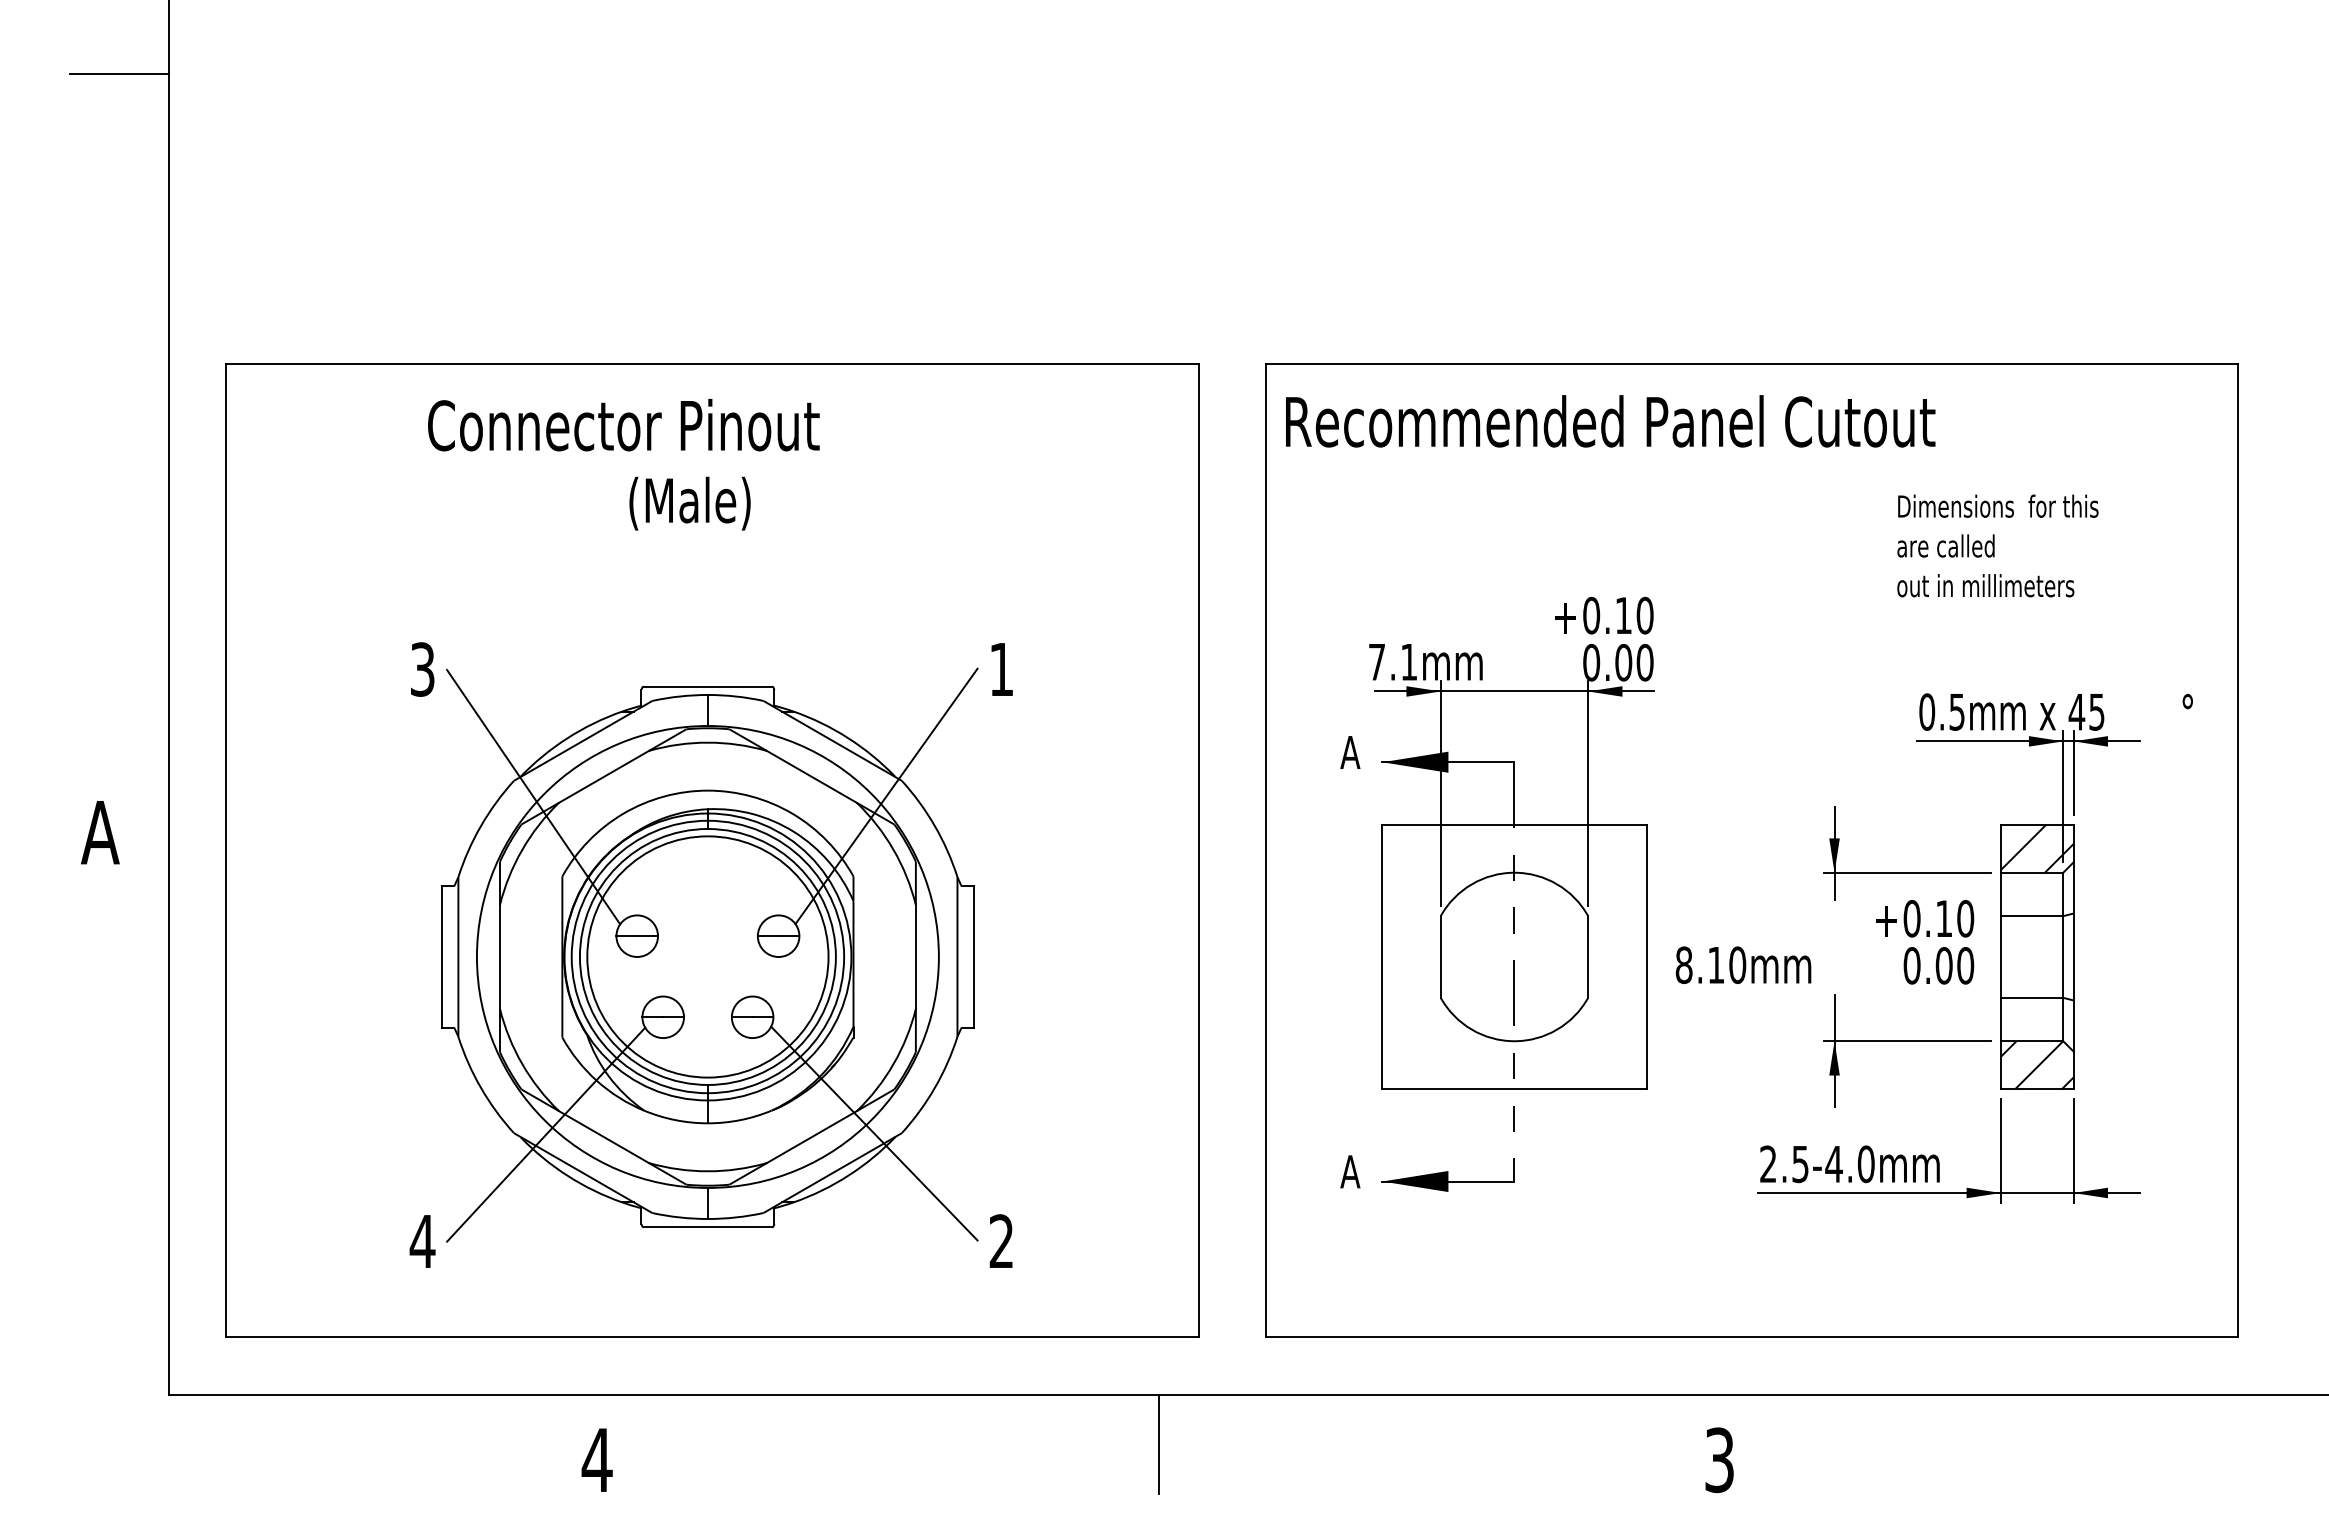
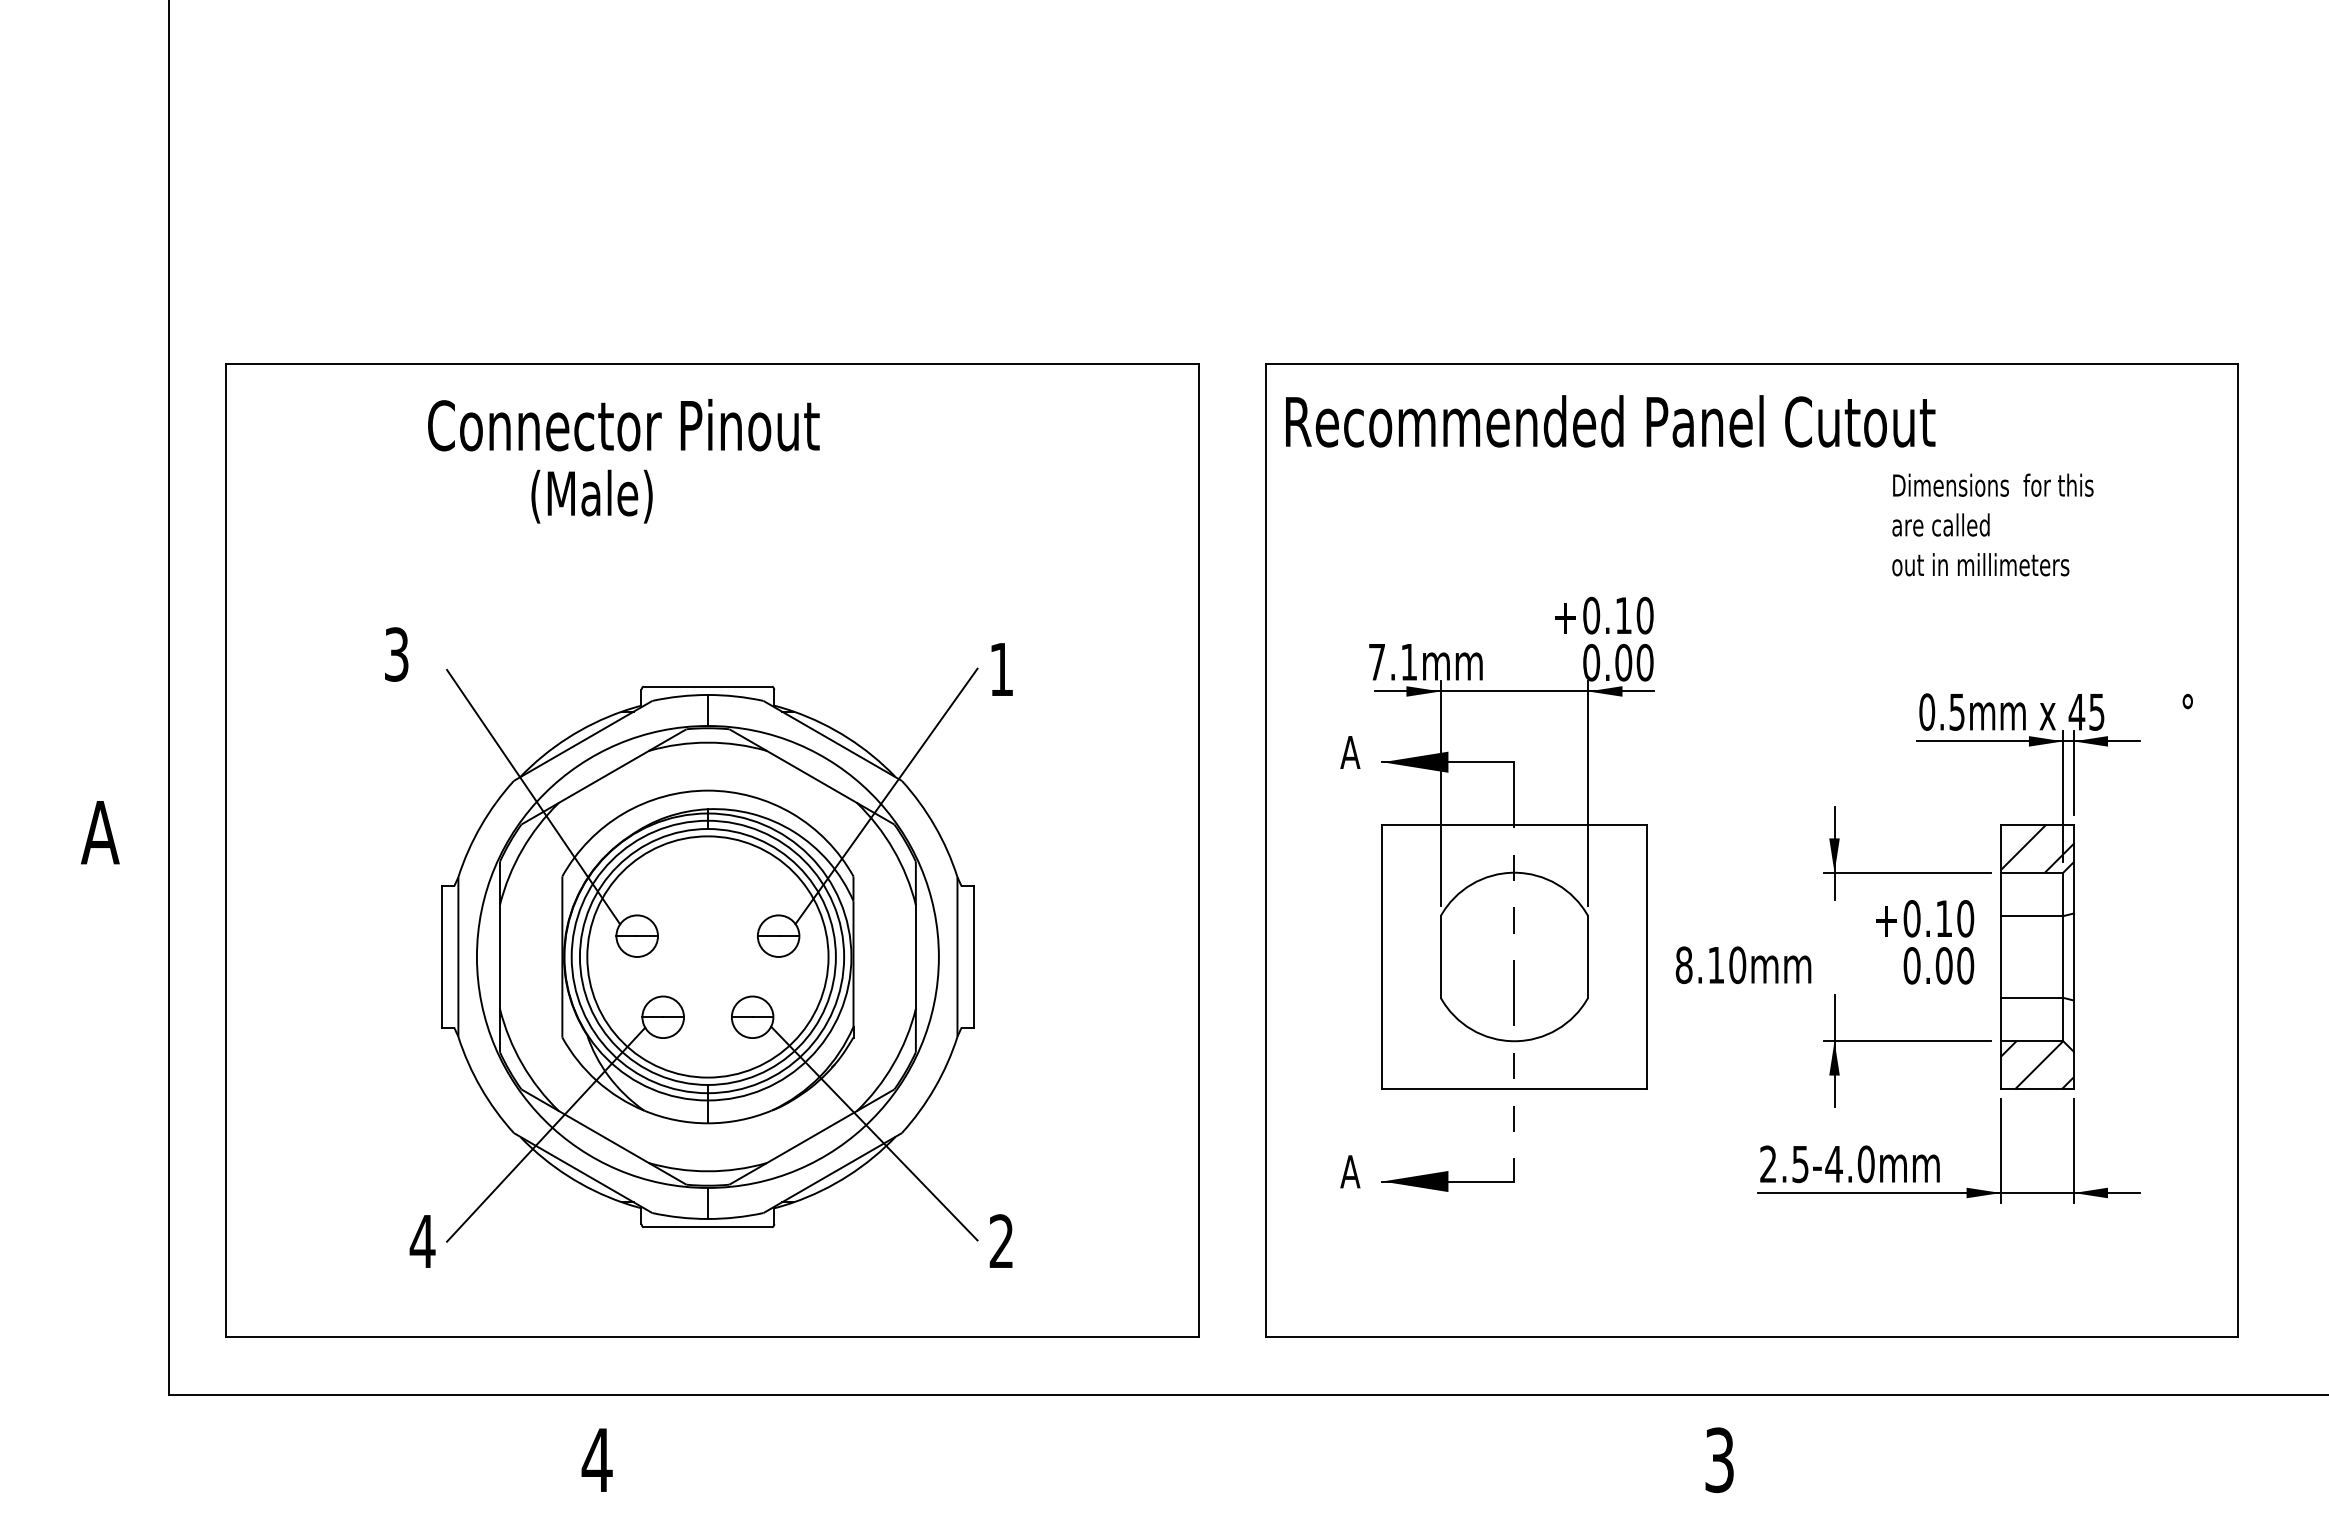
line at (118, 74): present -> none
text at (689, 503) position: (689, 503) -> (591, 496)
text at (1997, 545) position: (1997, 545) -> (1992, 524)
text at (422, 669) position: (422, 669) -> (396, 654)
line at (1159, 1443): present -> none
